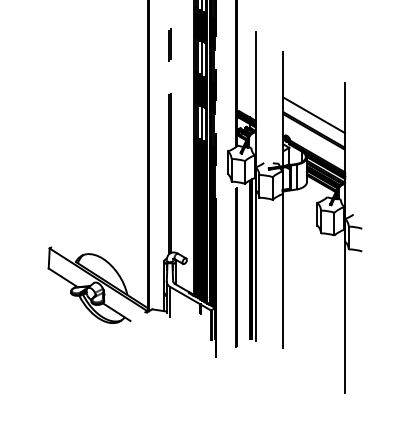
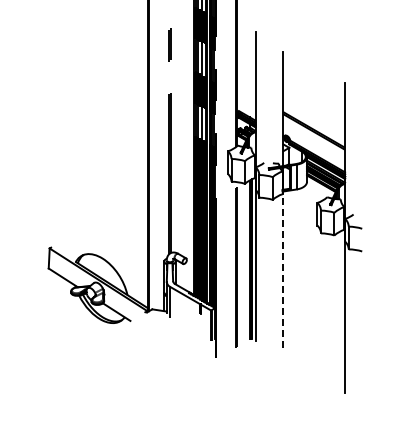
line at (314, 115): present -> none
line at (283, 269): solid -> dashed
